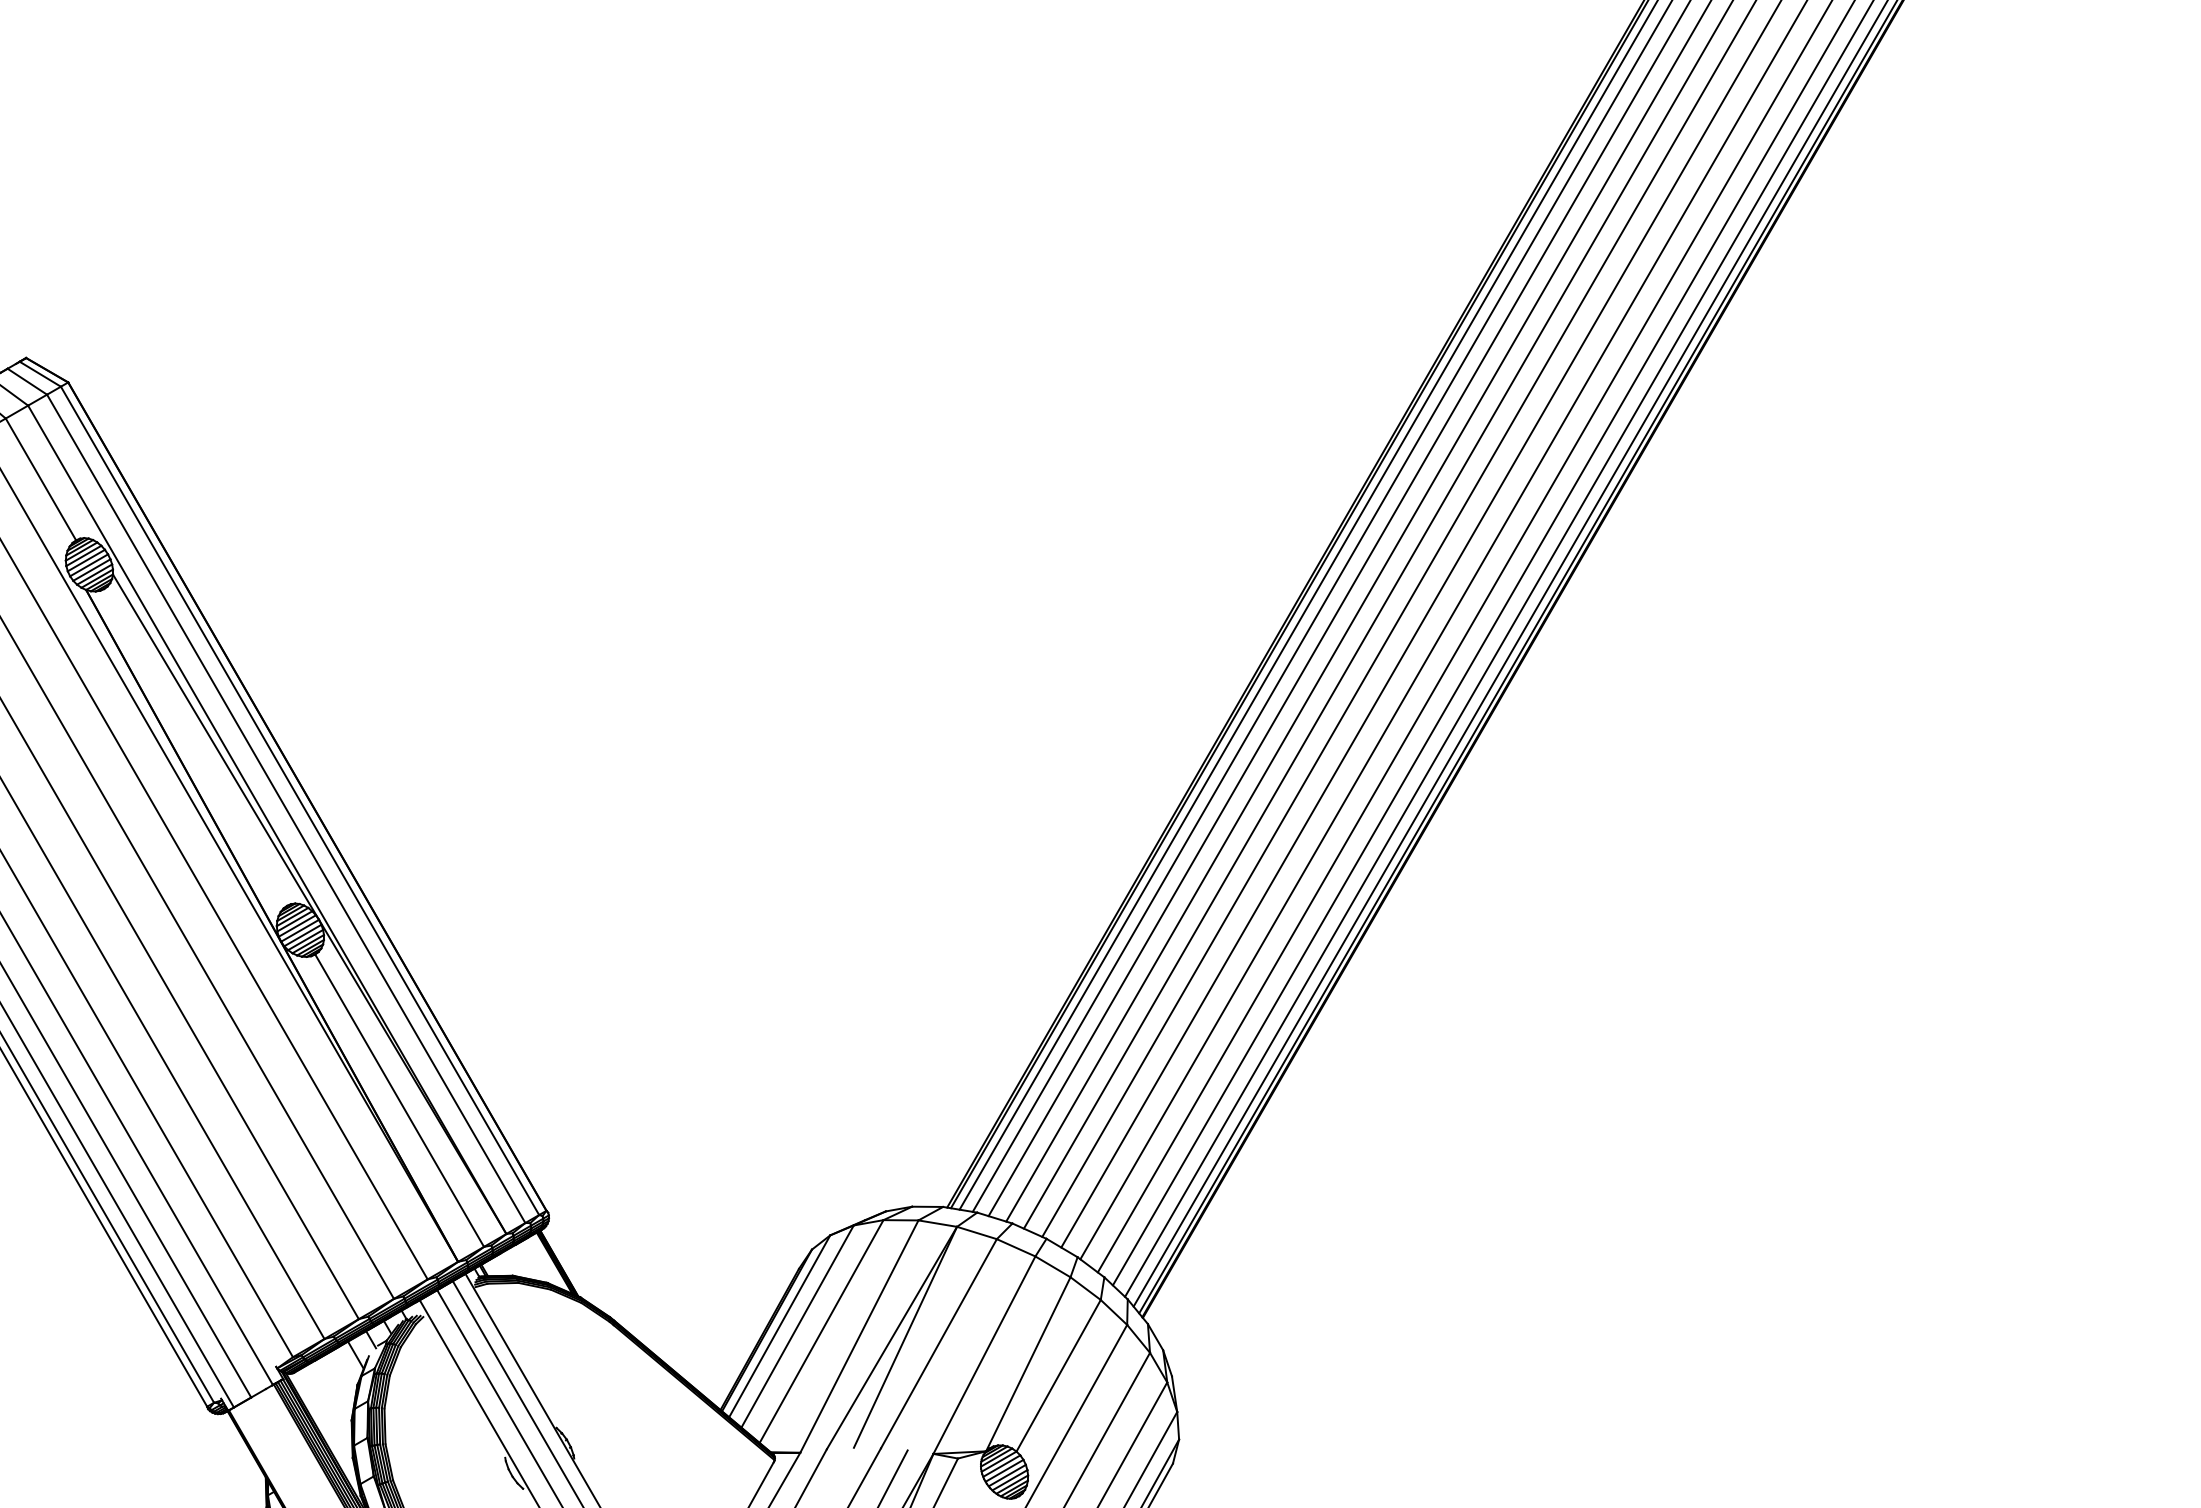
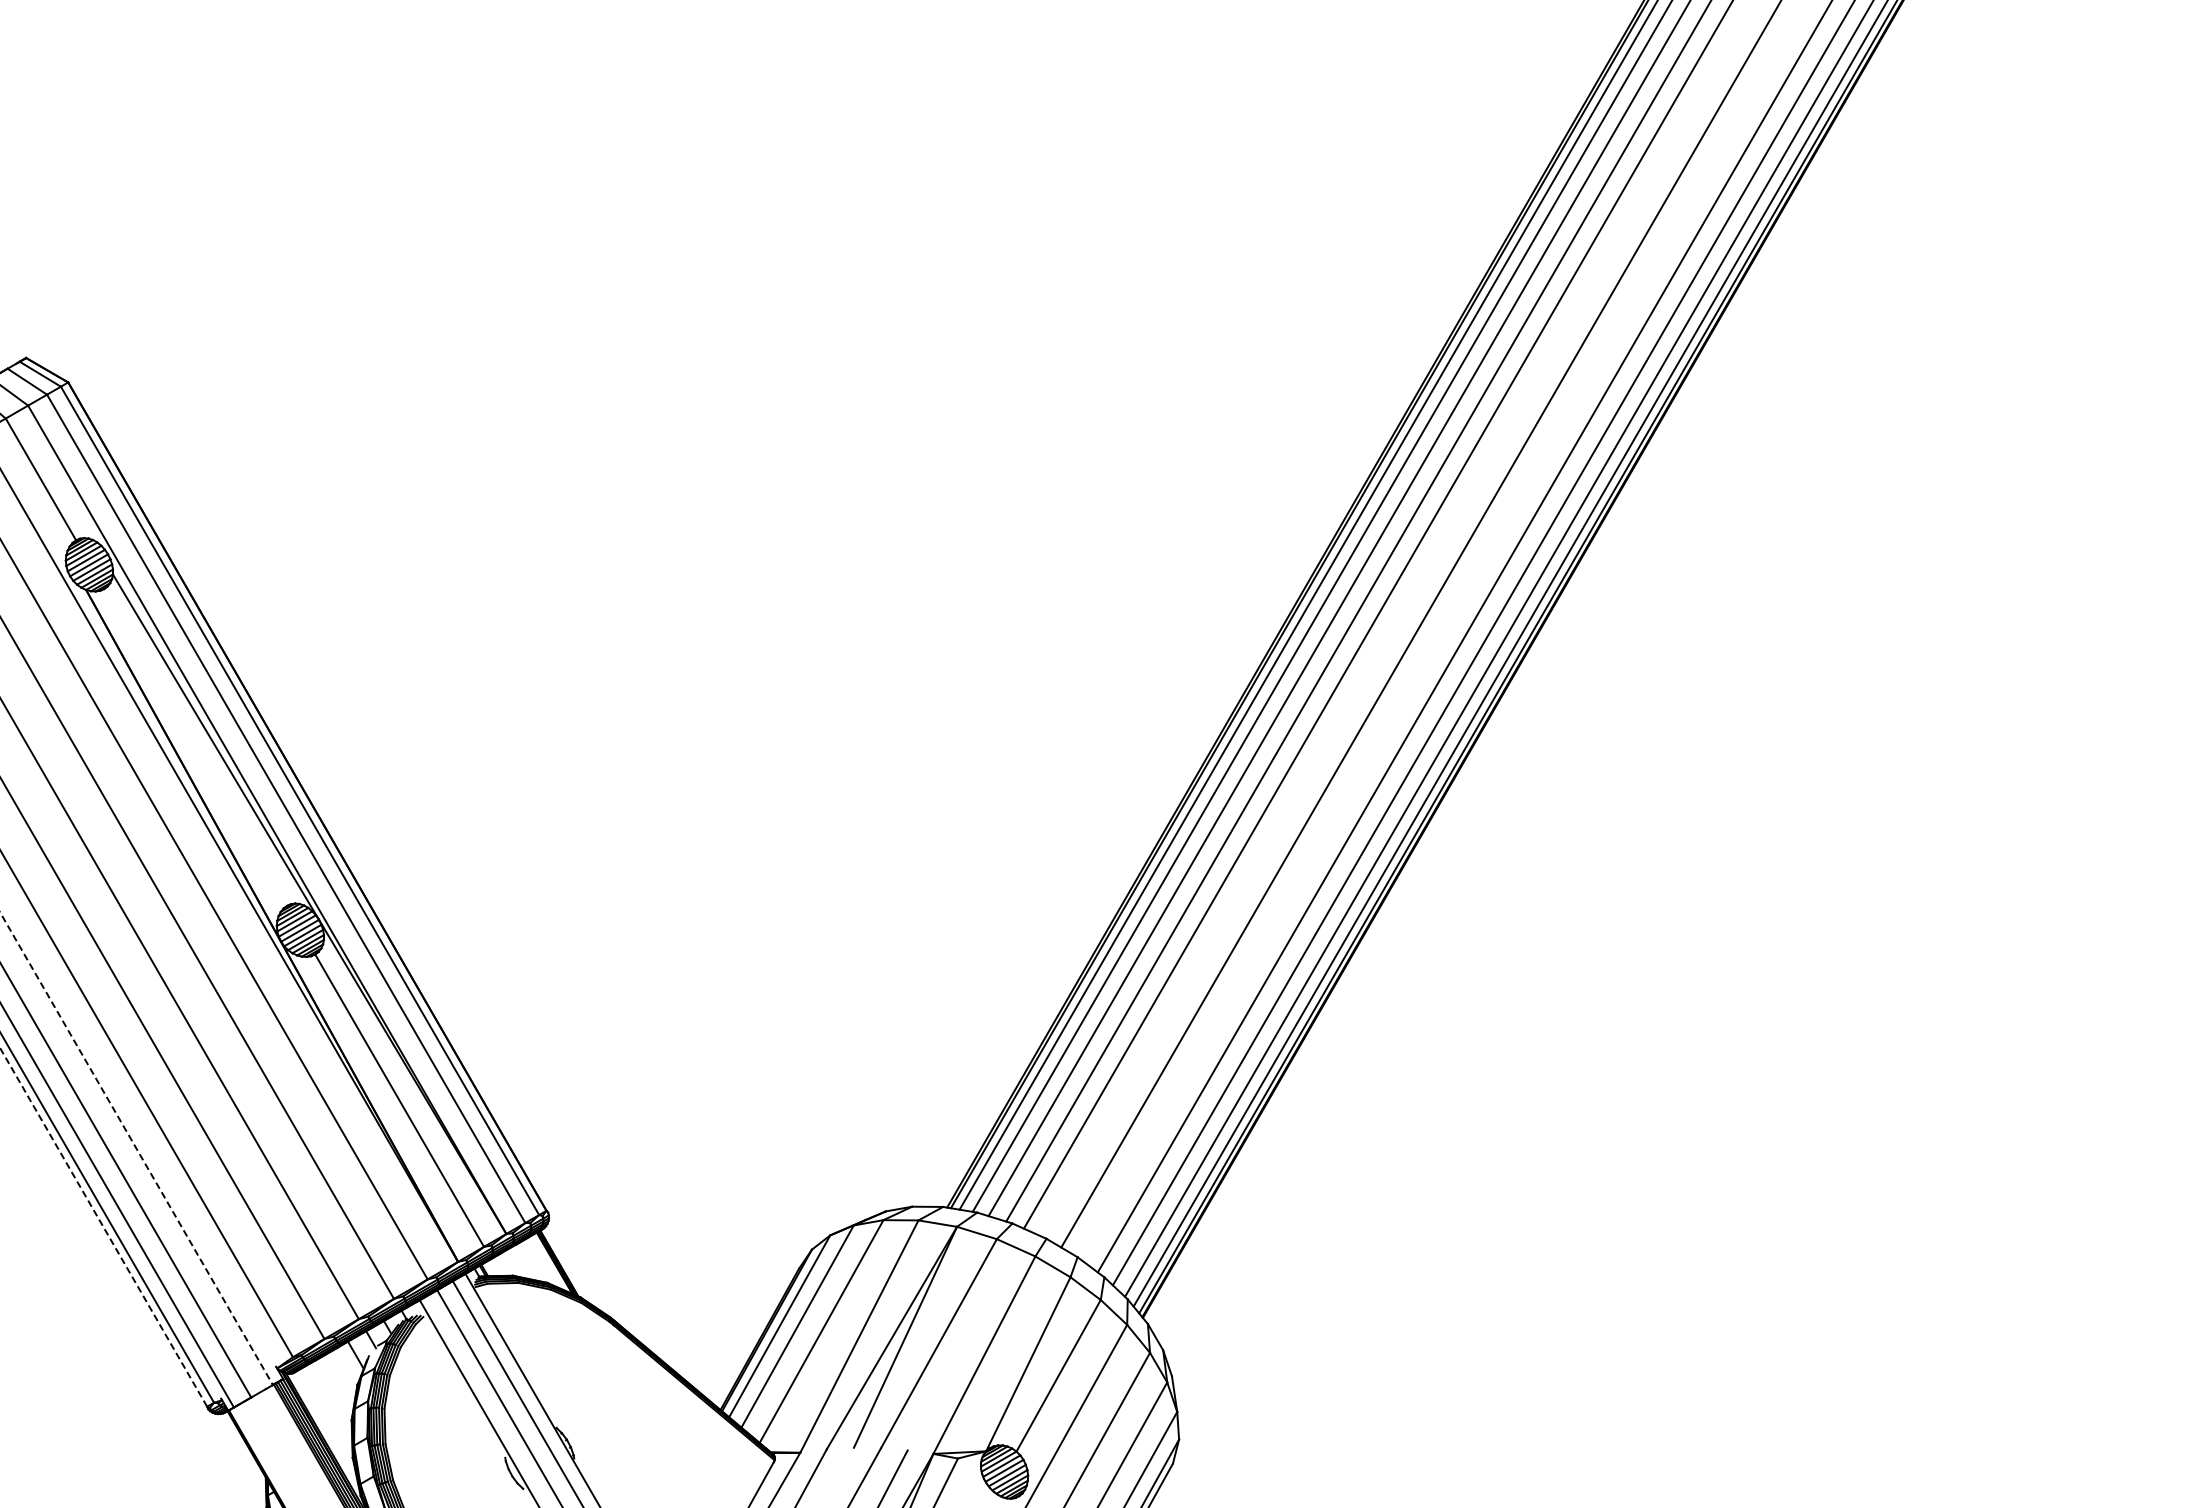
line at (1398, 619): present -> none
line at (1443, 630): present -> none
line at (136, 1148): solid -> dashed
line at (103, 1227): solid -> dashed
